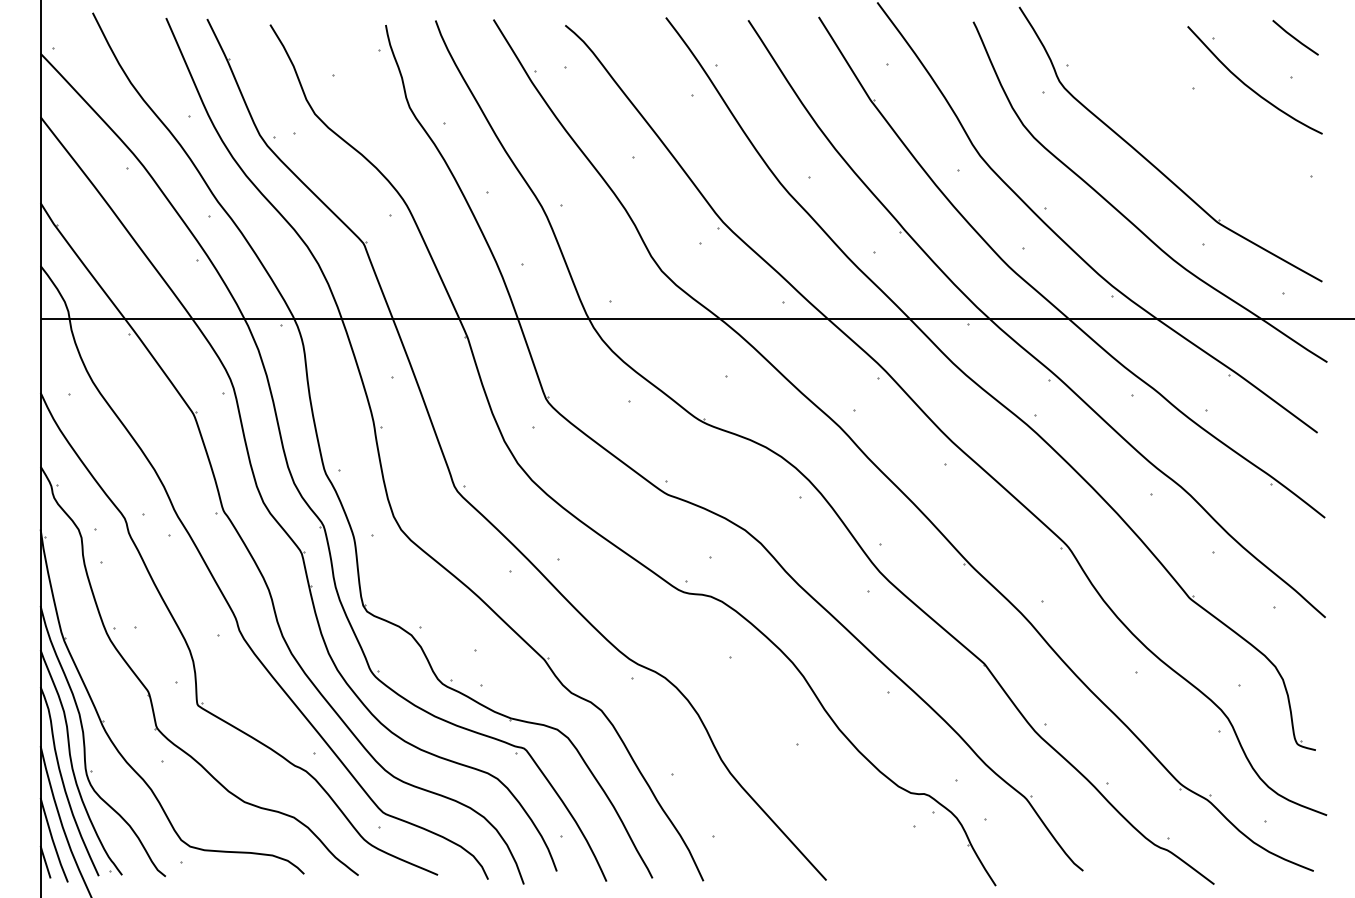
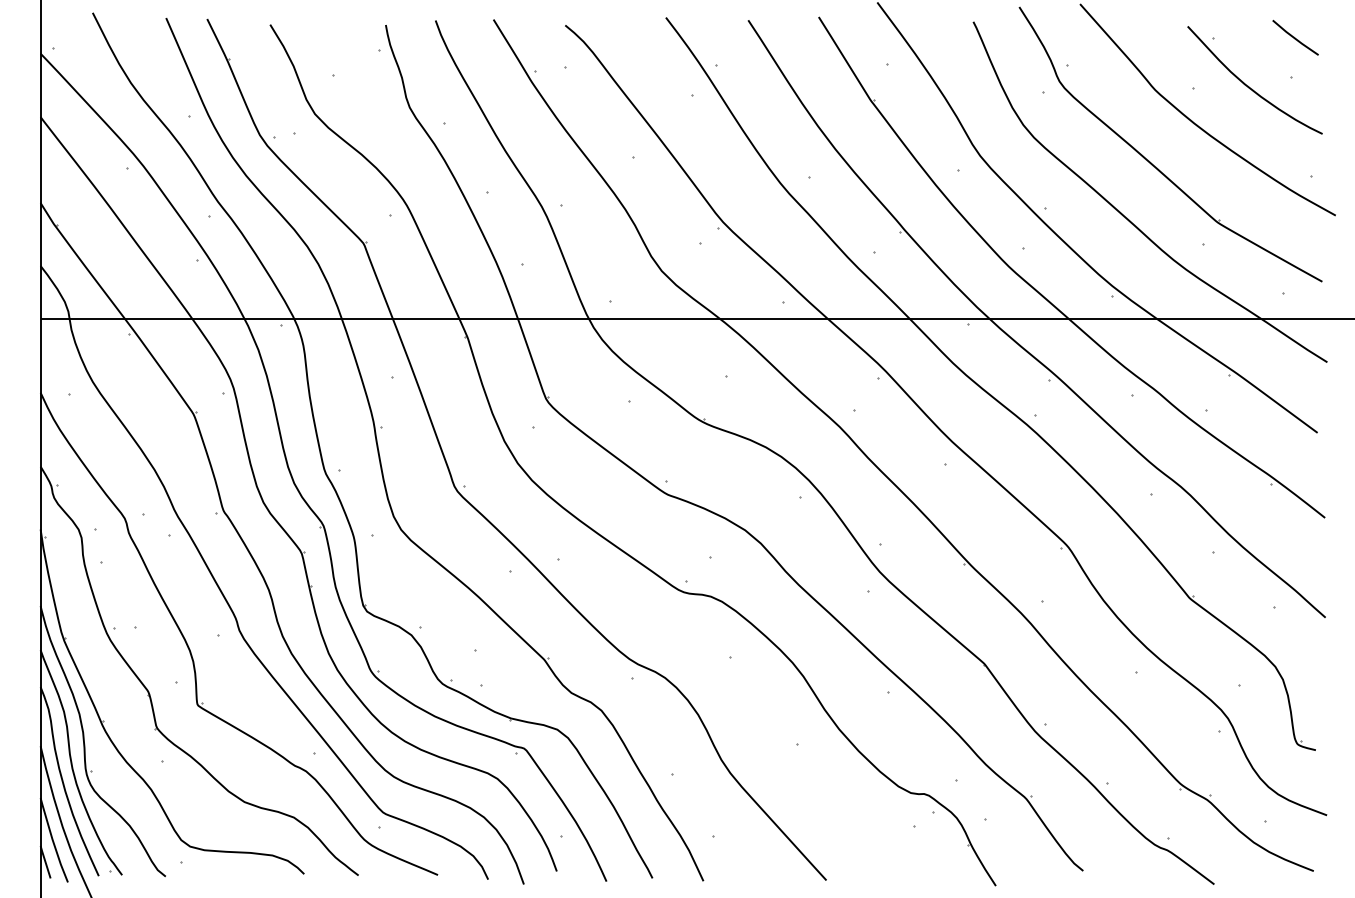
curve at (1196, 123): none -> present
